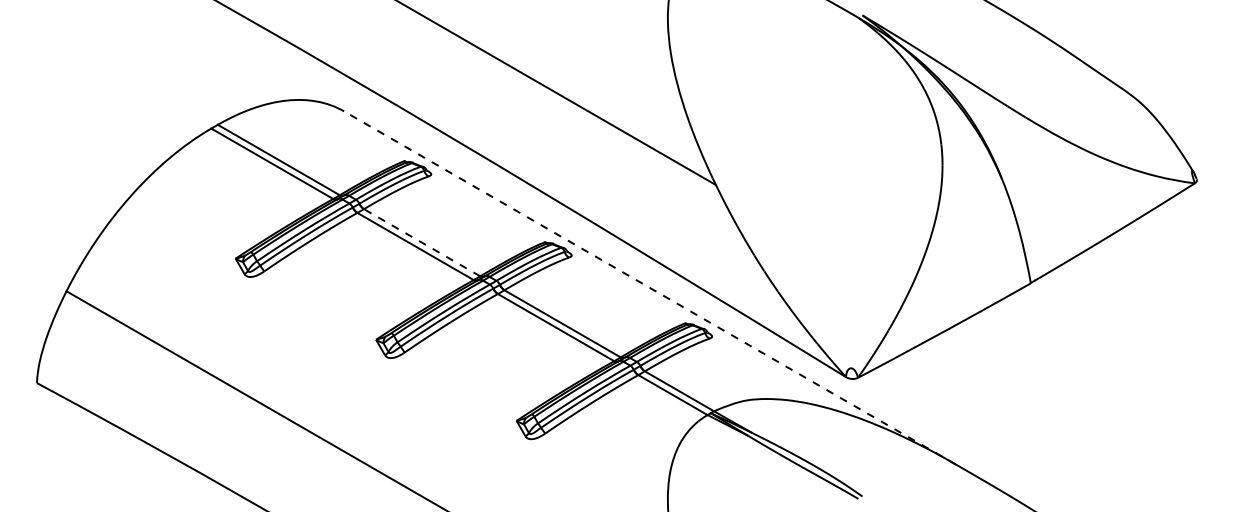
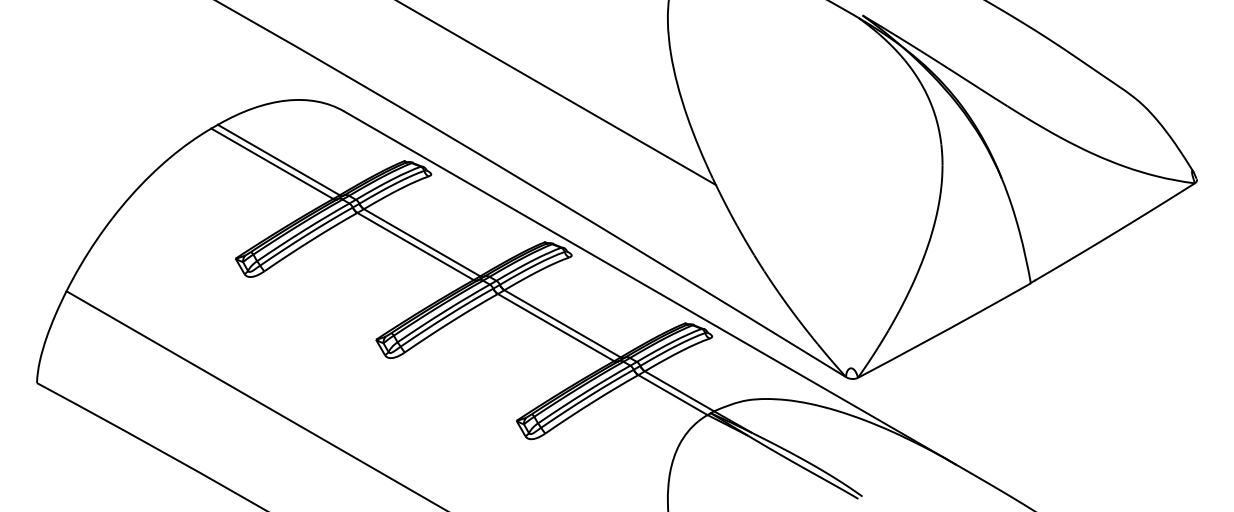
line at (421, 242): dashed -> solid
line at (649, 287): dashed -> solid
